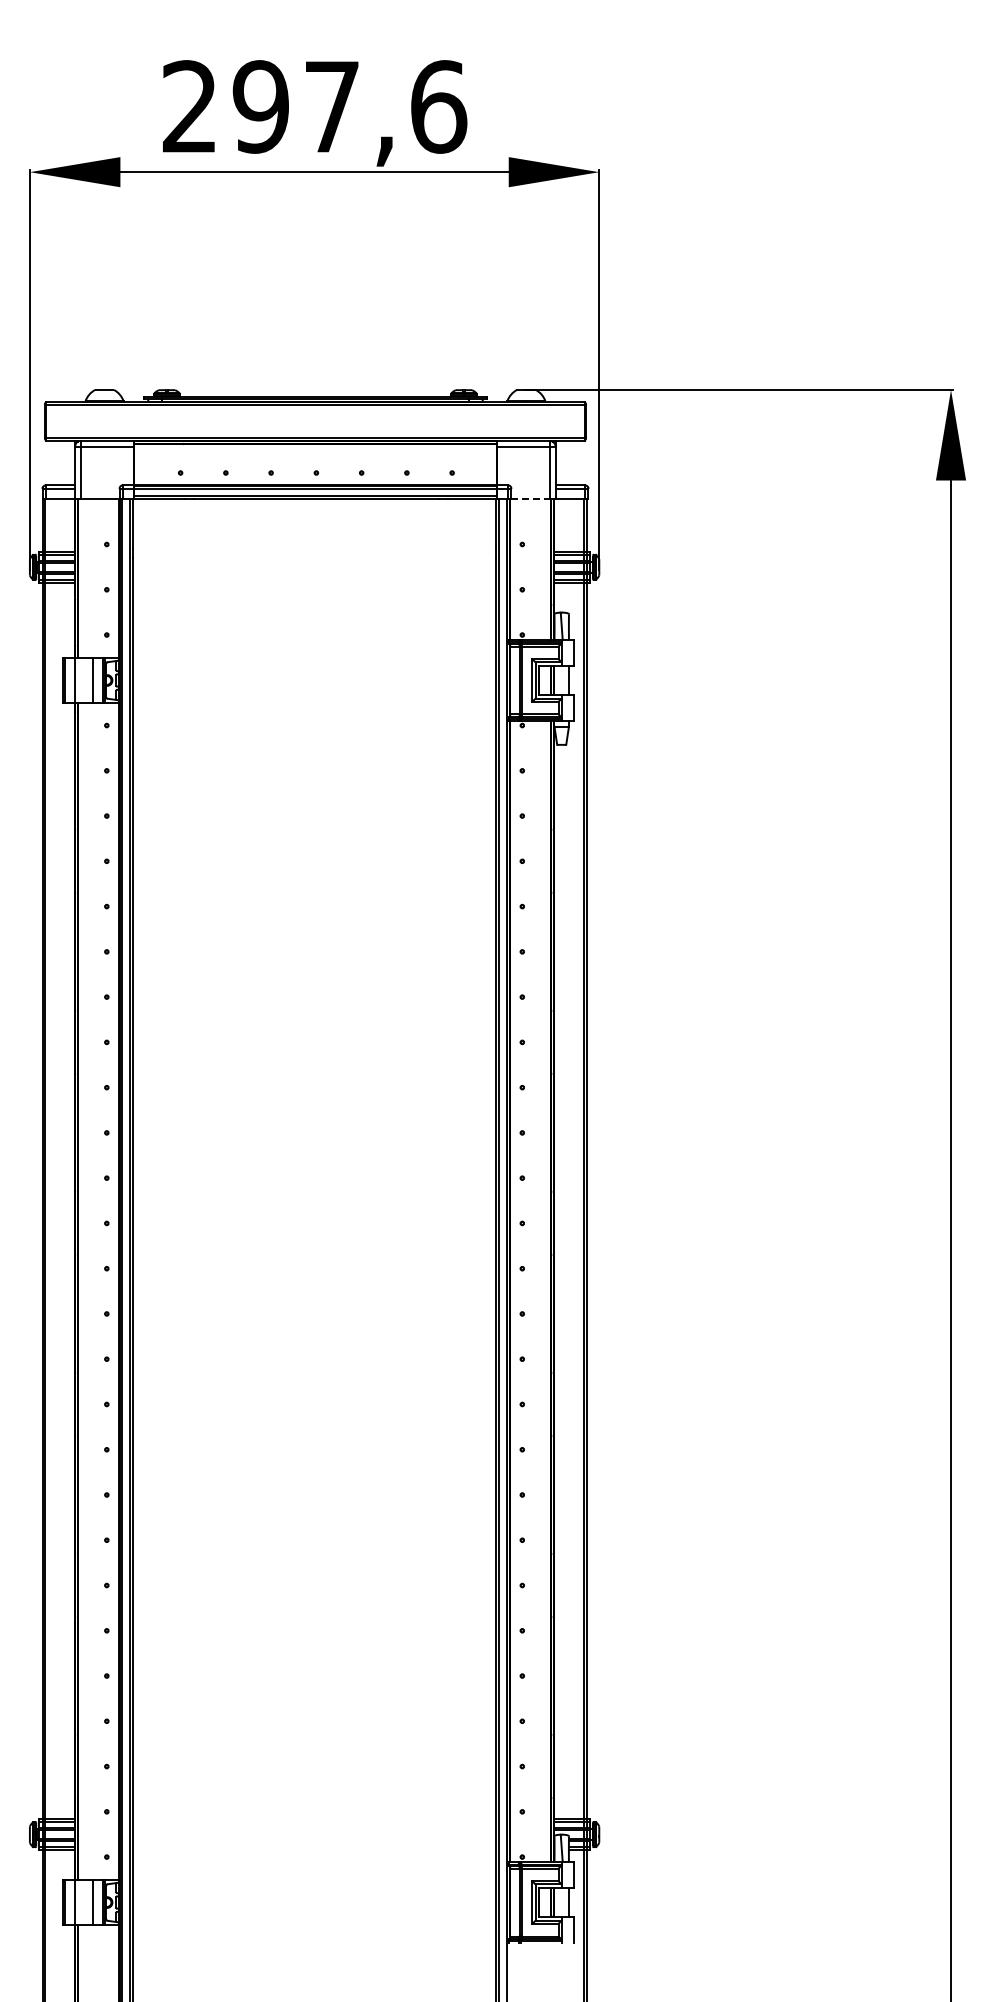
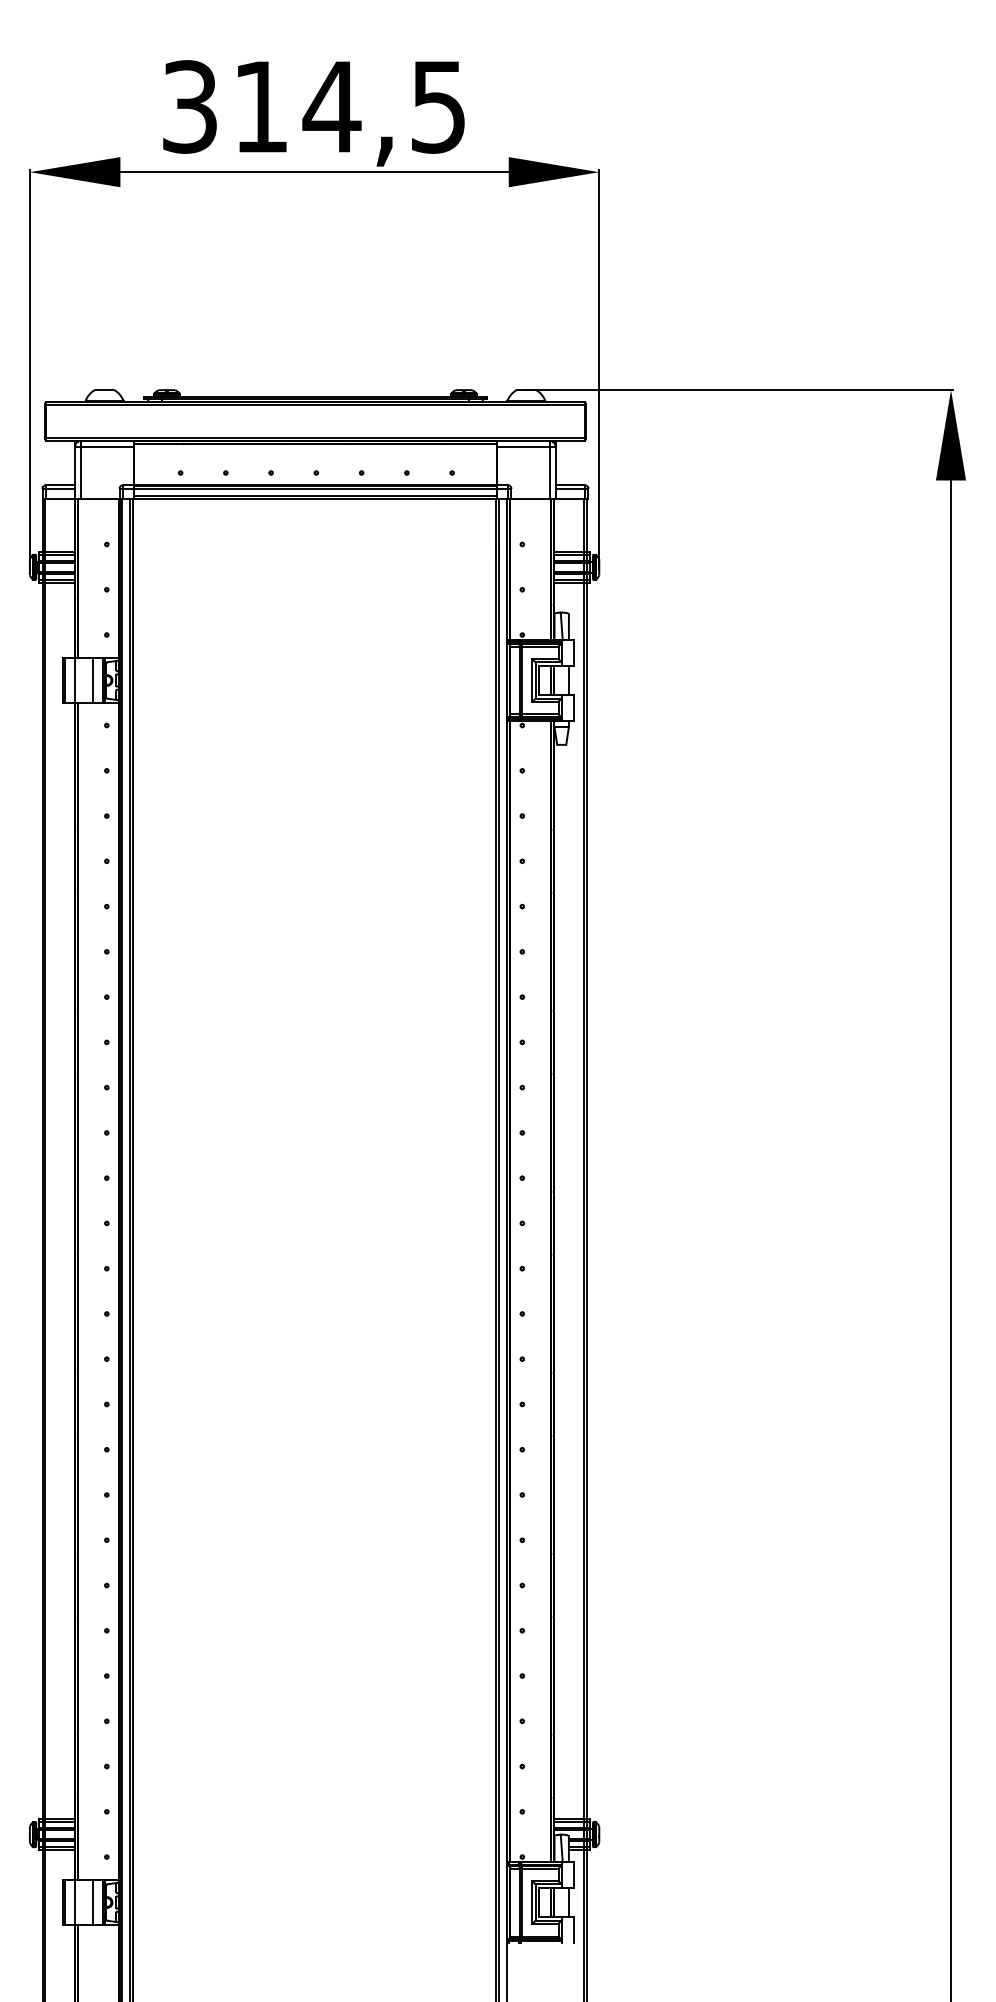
text at (315, 106): 297,6 -> 314,5
line at (530, 499): dashed -> solid
